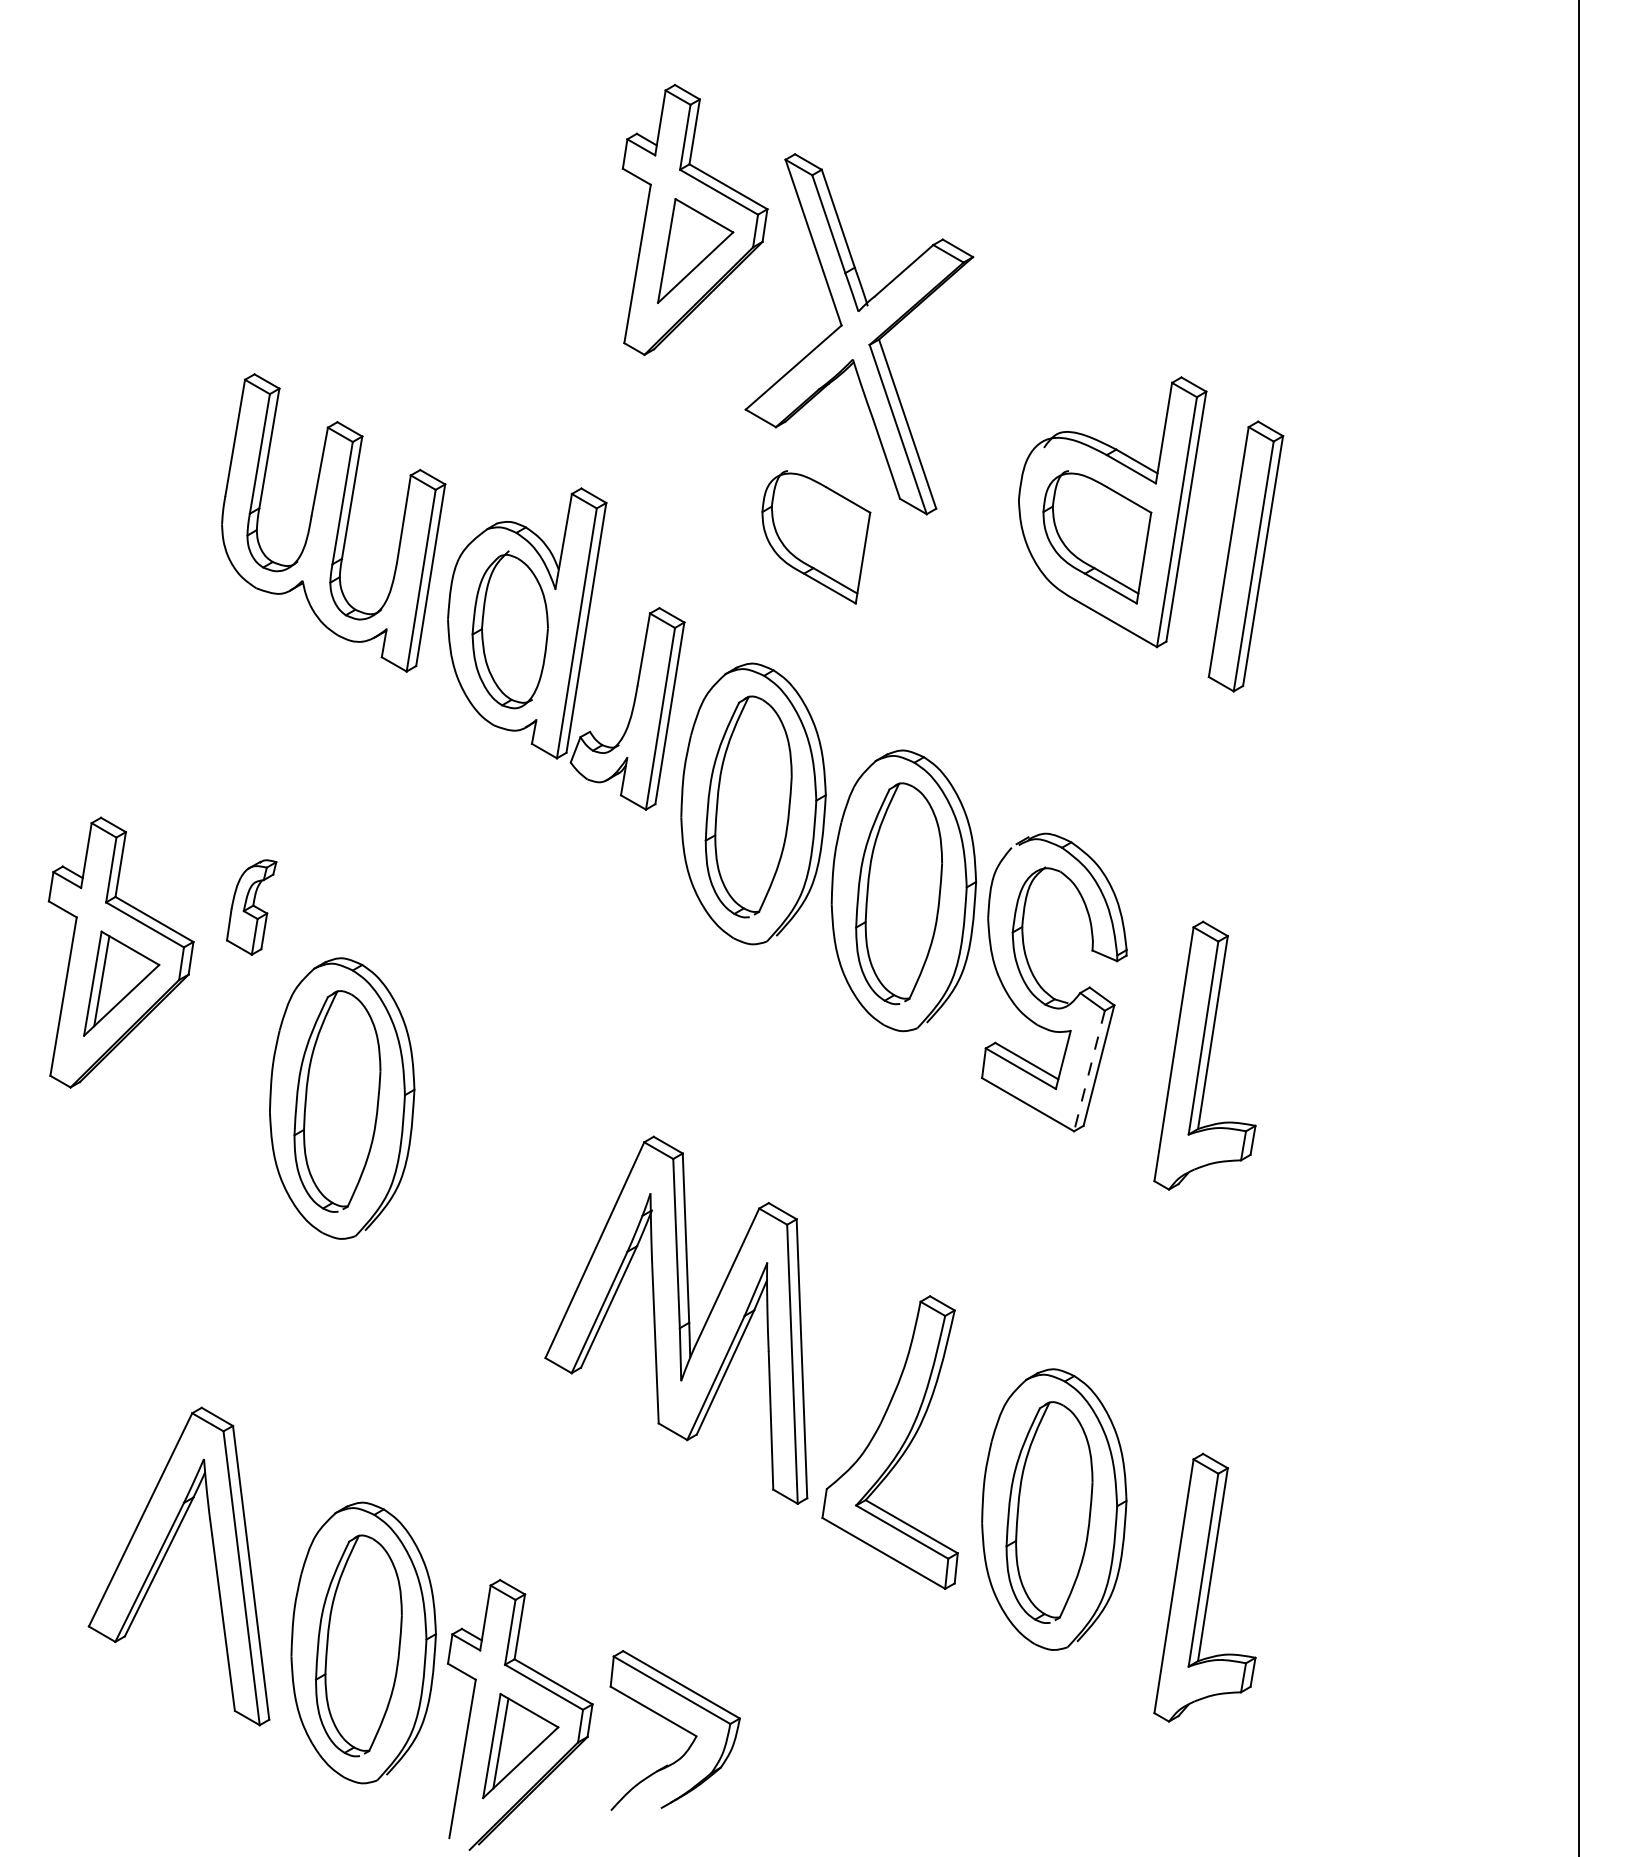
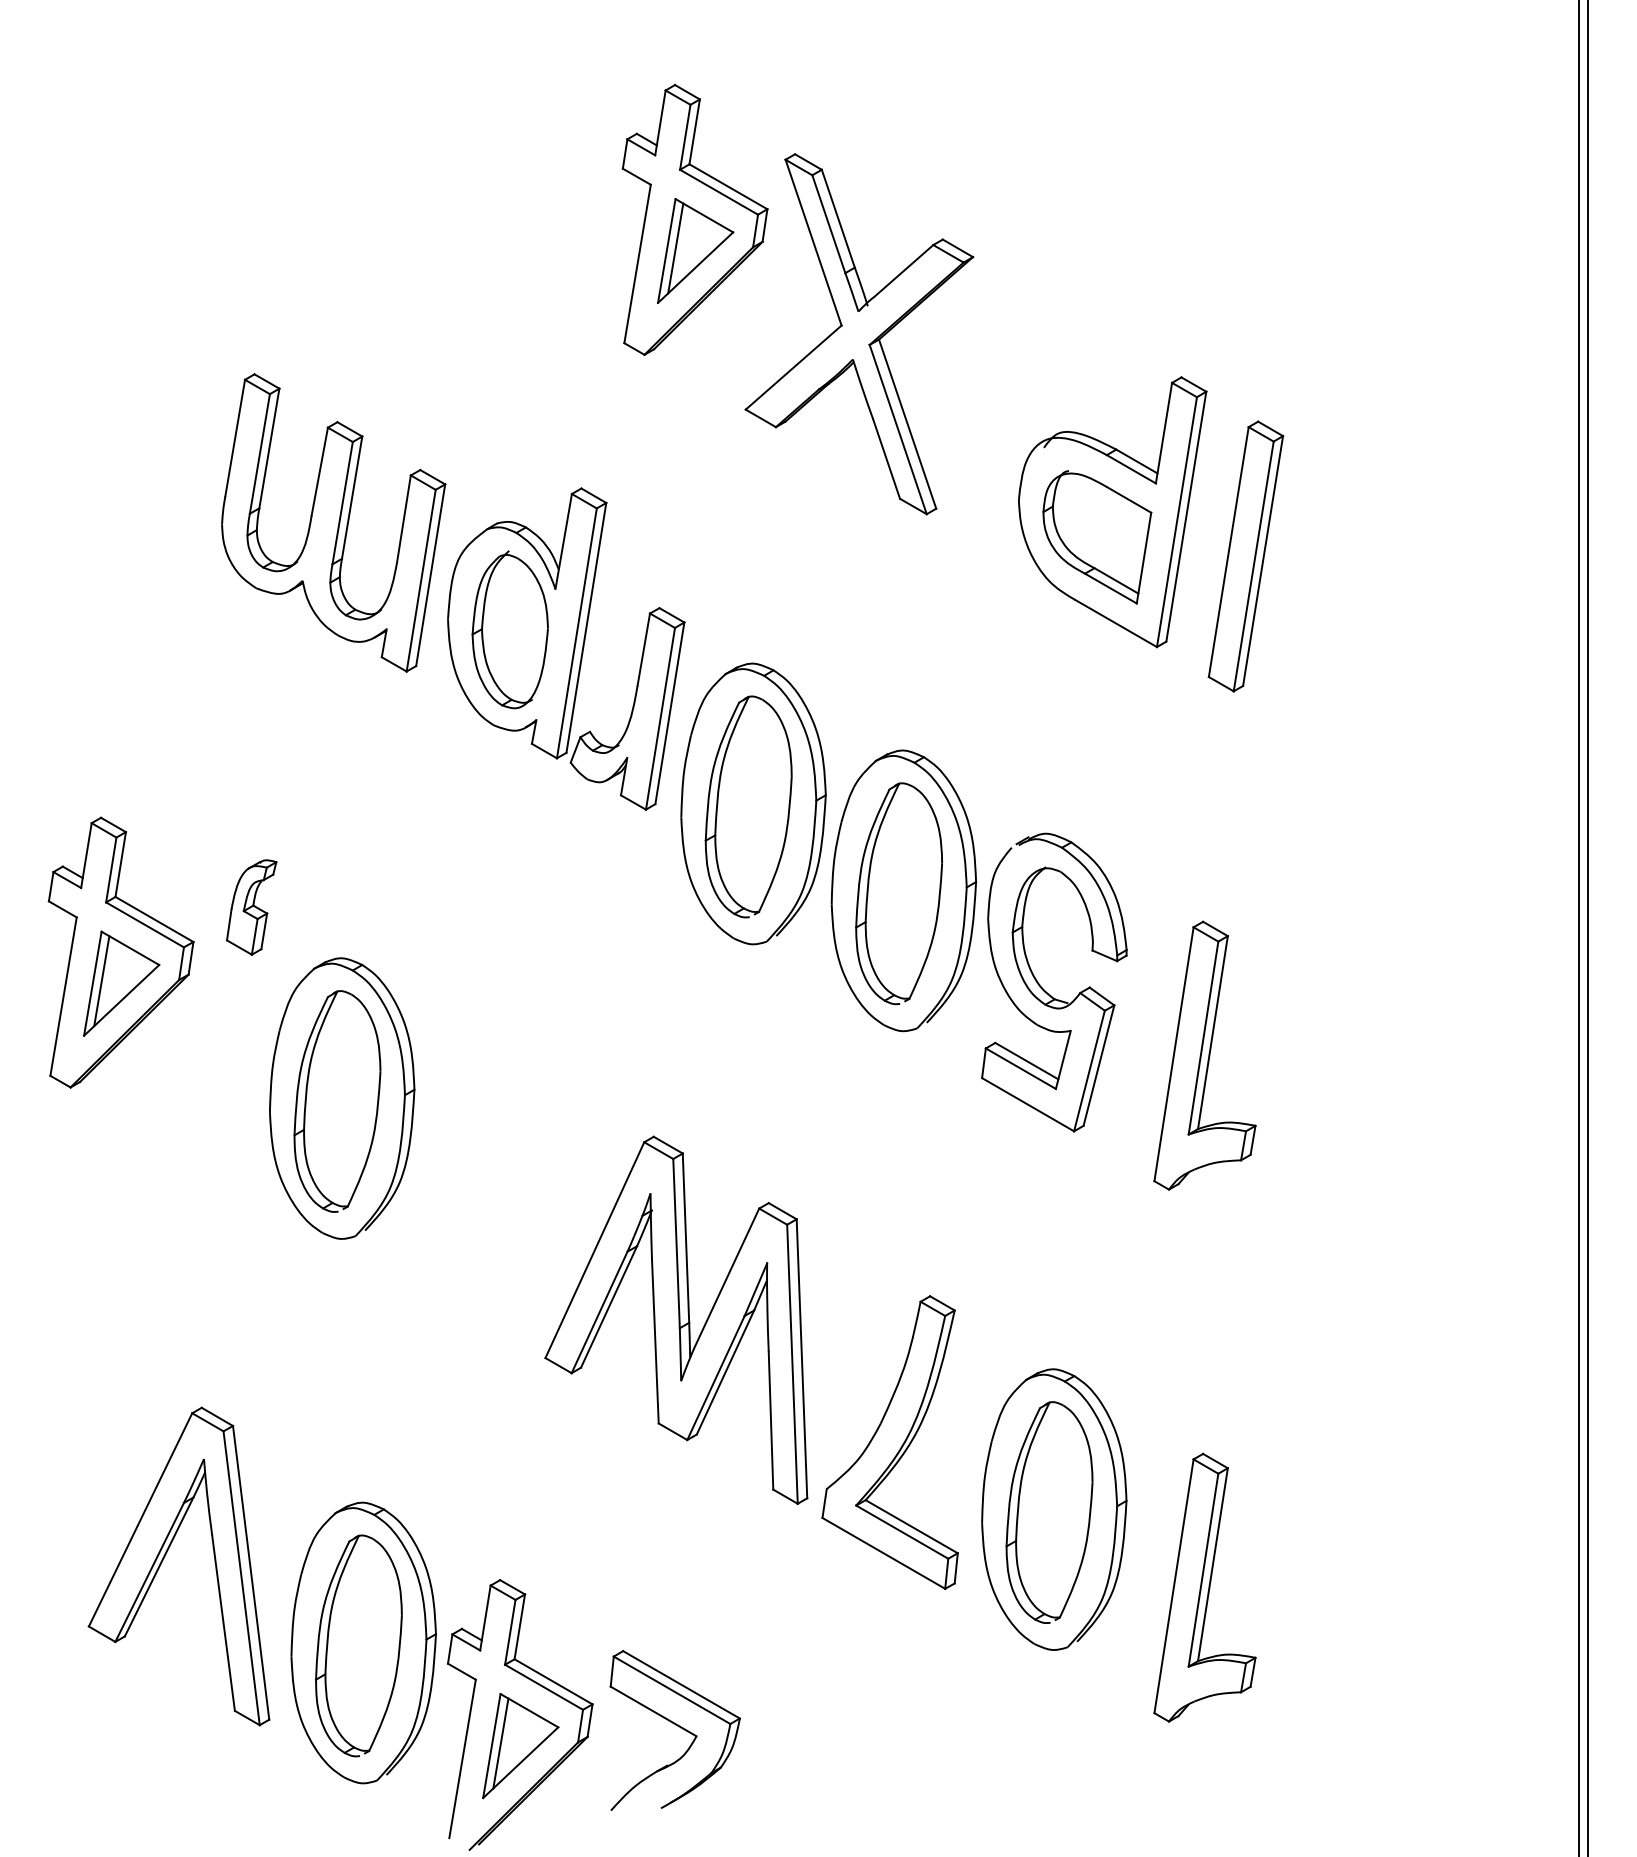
line at (675, 248): none -> present
part at (816, 537): present -> none
line at (1588, 927): none -> present
line at (1089, 1071): dashed -> solid
